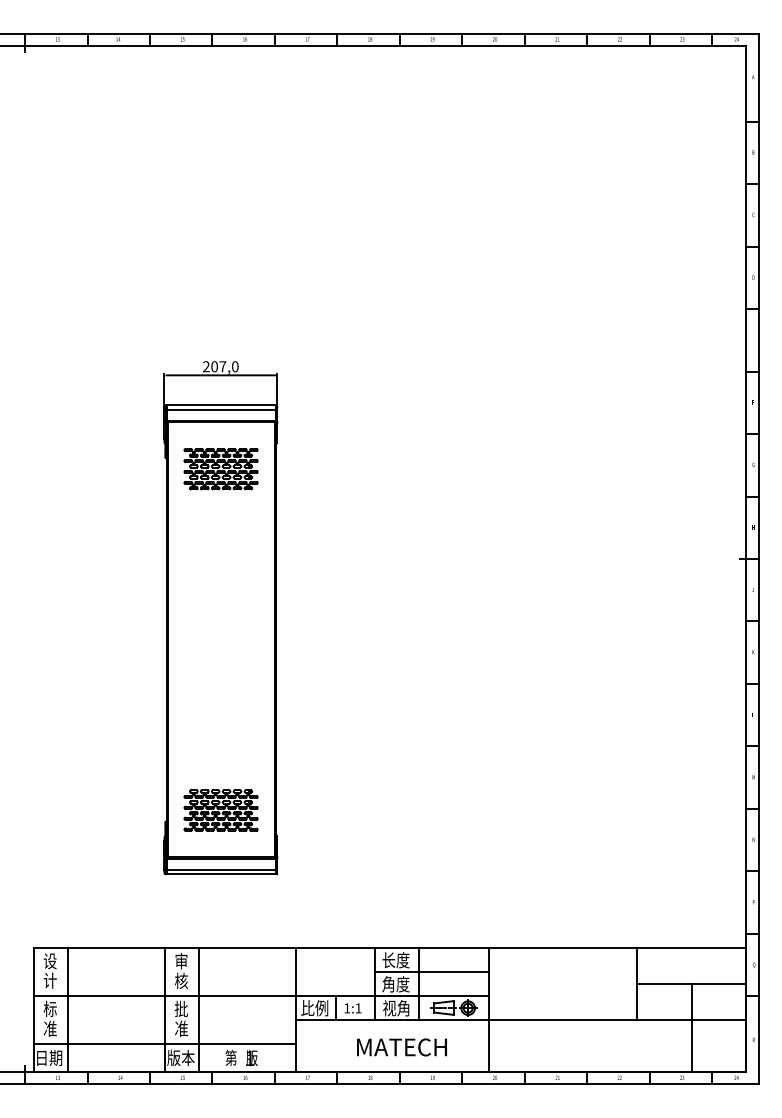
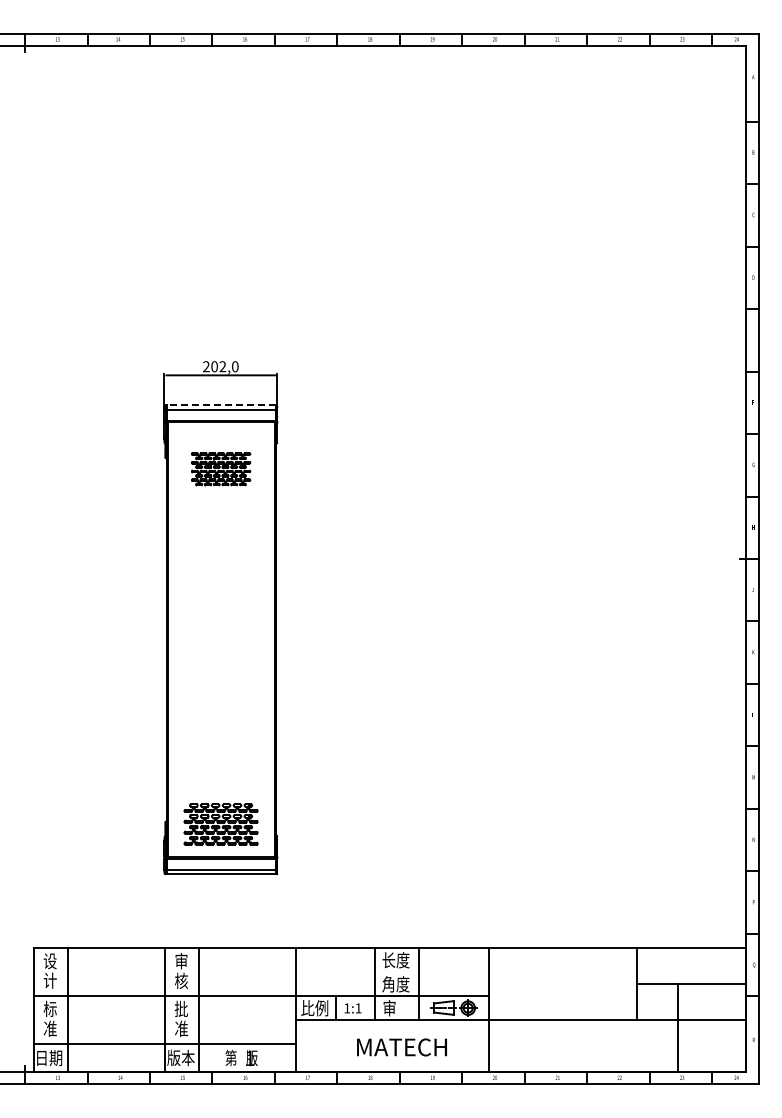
text at (222, 366): 207,0 -> 202,0
line at (221, 405): solid -> dashed
part at (220, 469) size: 76x43 px -> 61x35 px
part at (220, 810) position: (220, 810) -> (220, 824)
line at (431, 972): present -> none
text at (396, 1008): 视角 -> 审
line at (691, 1027) position: (691, 1027) -> (677, 1027)
